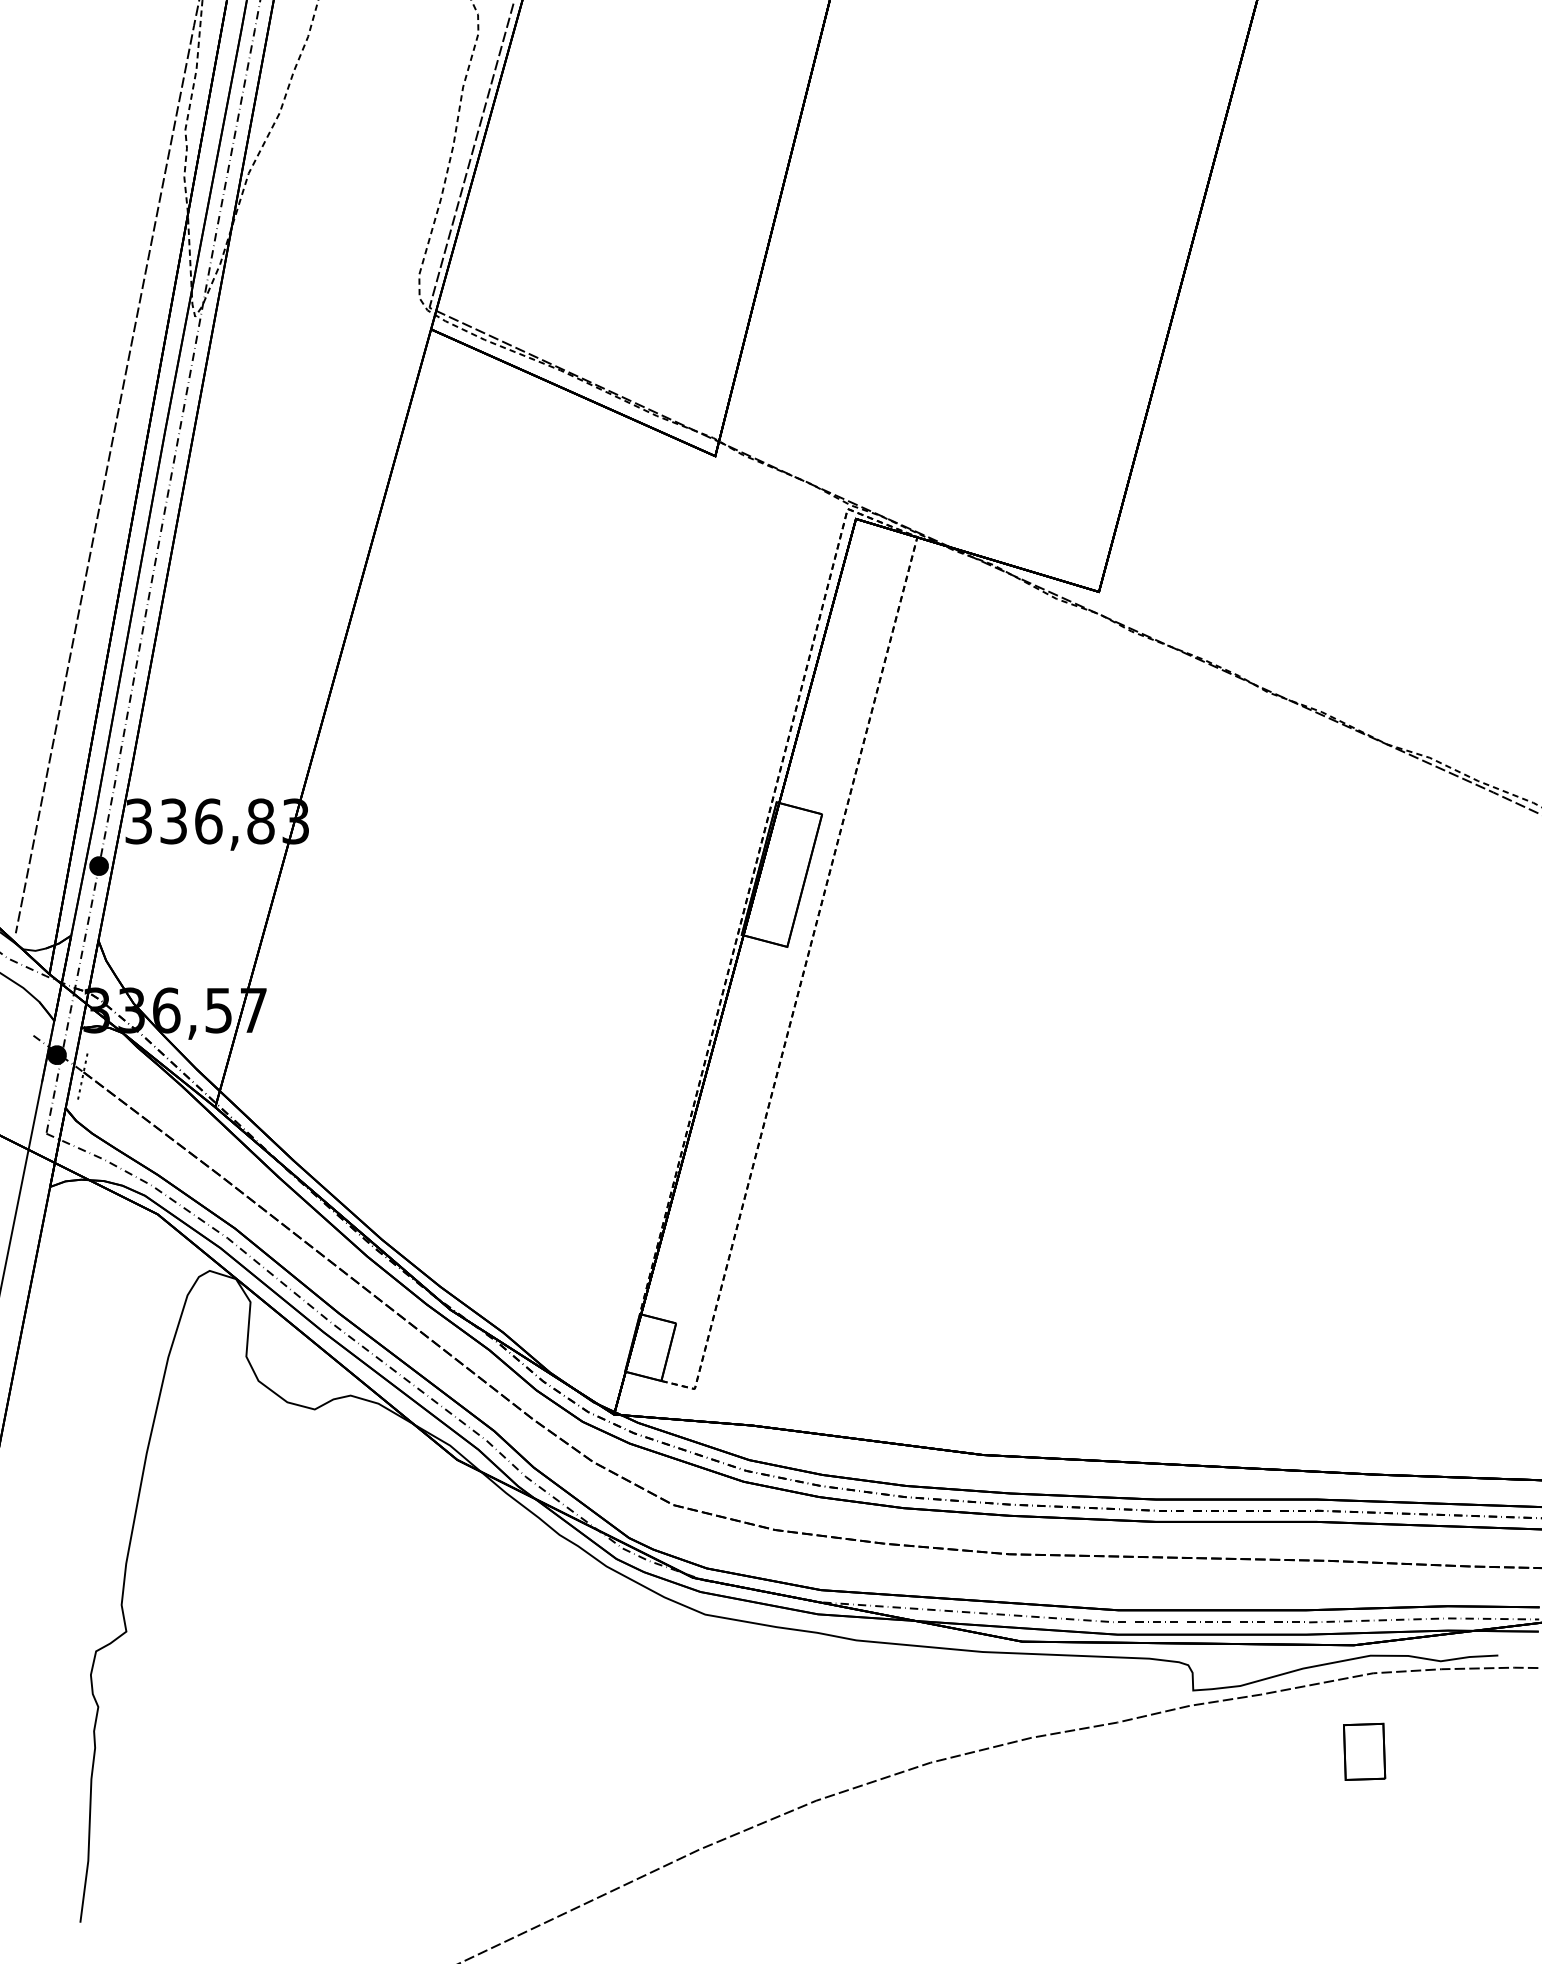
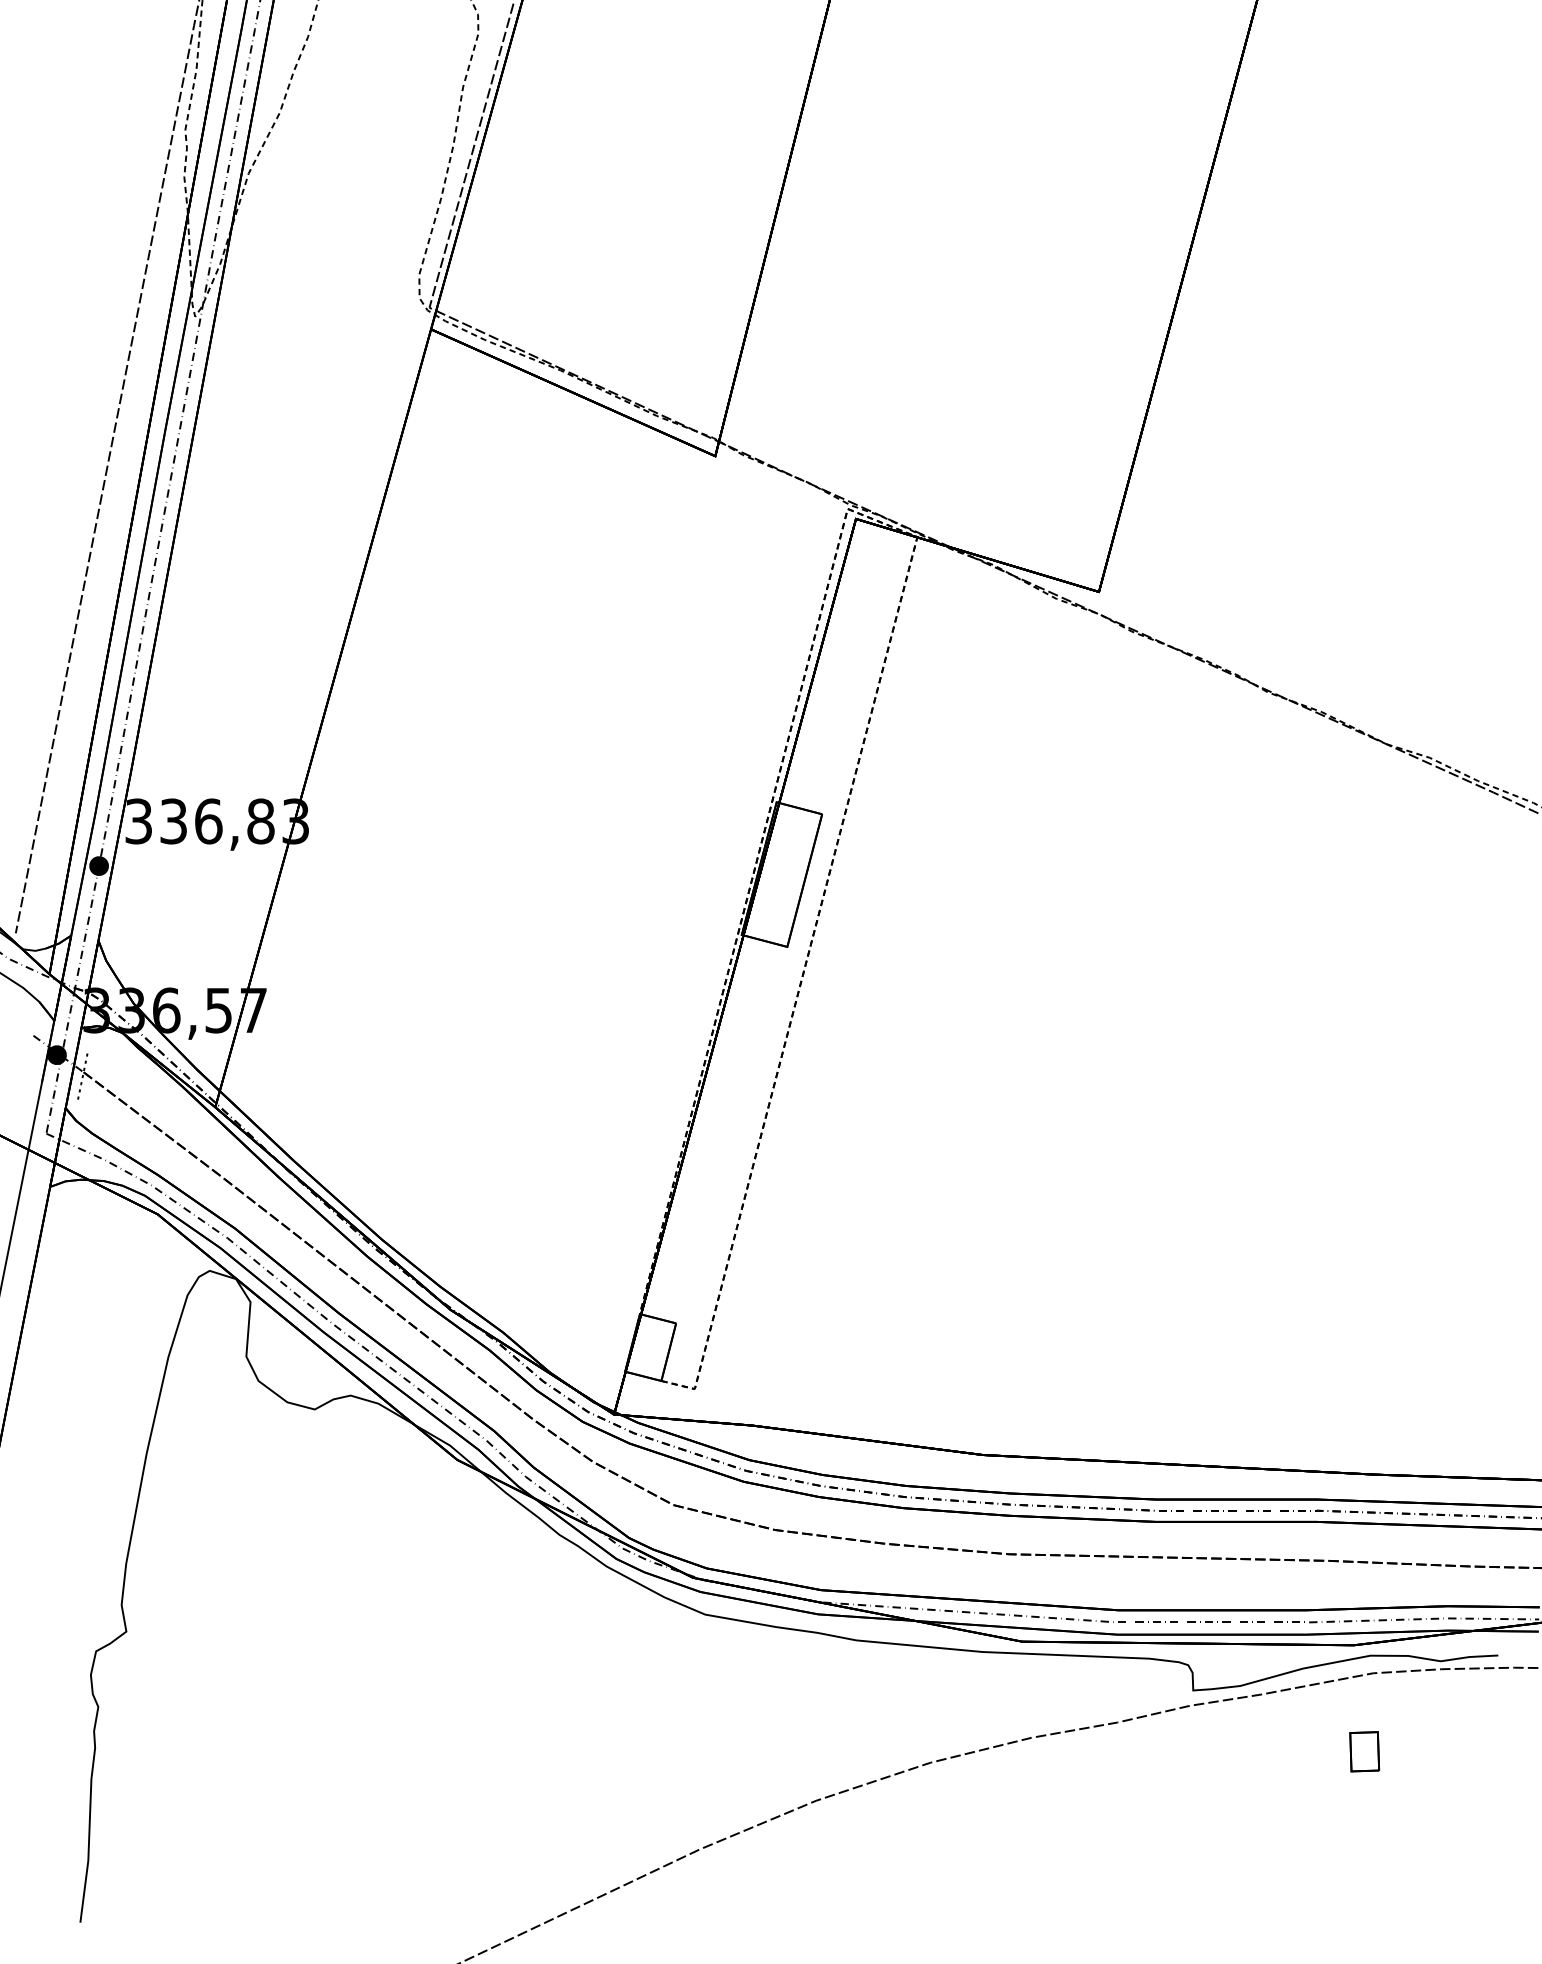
part at (1364, 1751) size: 44x59 px -> 32x42 px
